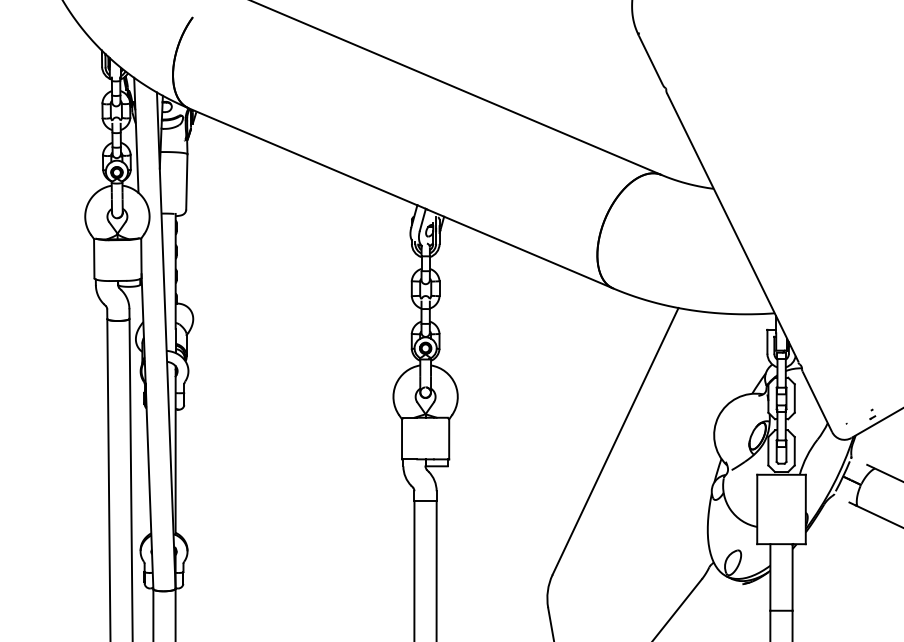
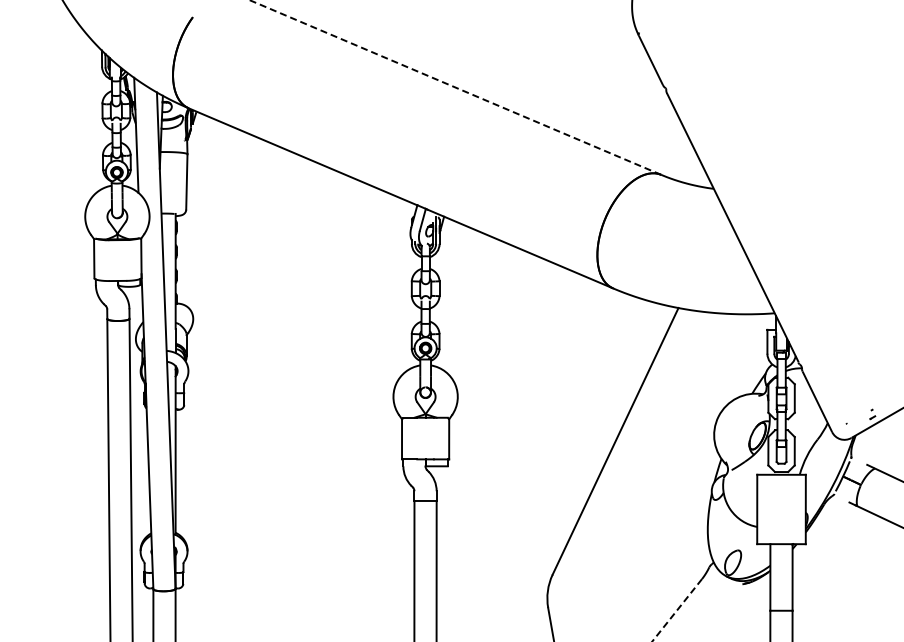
line at (455, 87): solid -> dashed
line at (677, 610): solid -> dashed
